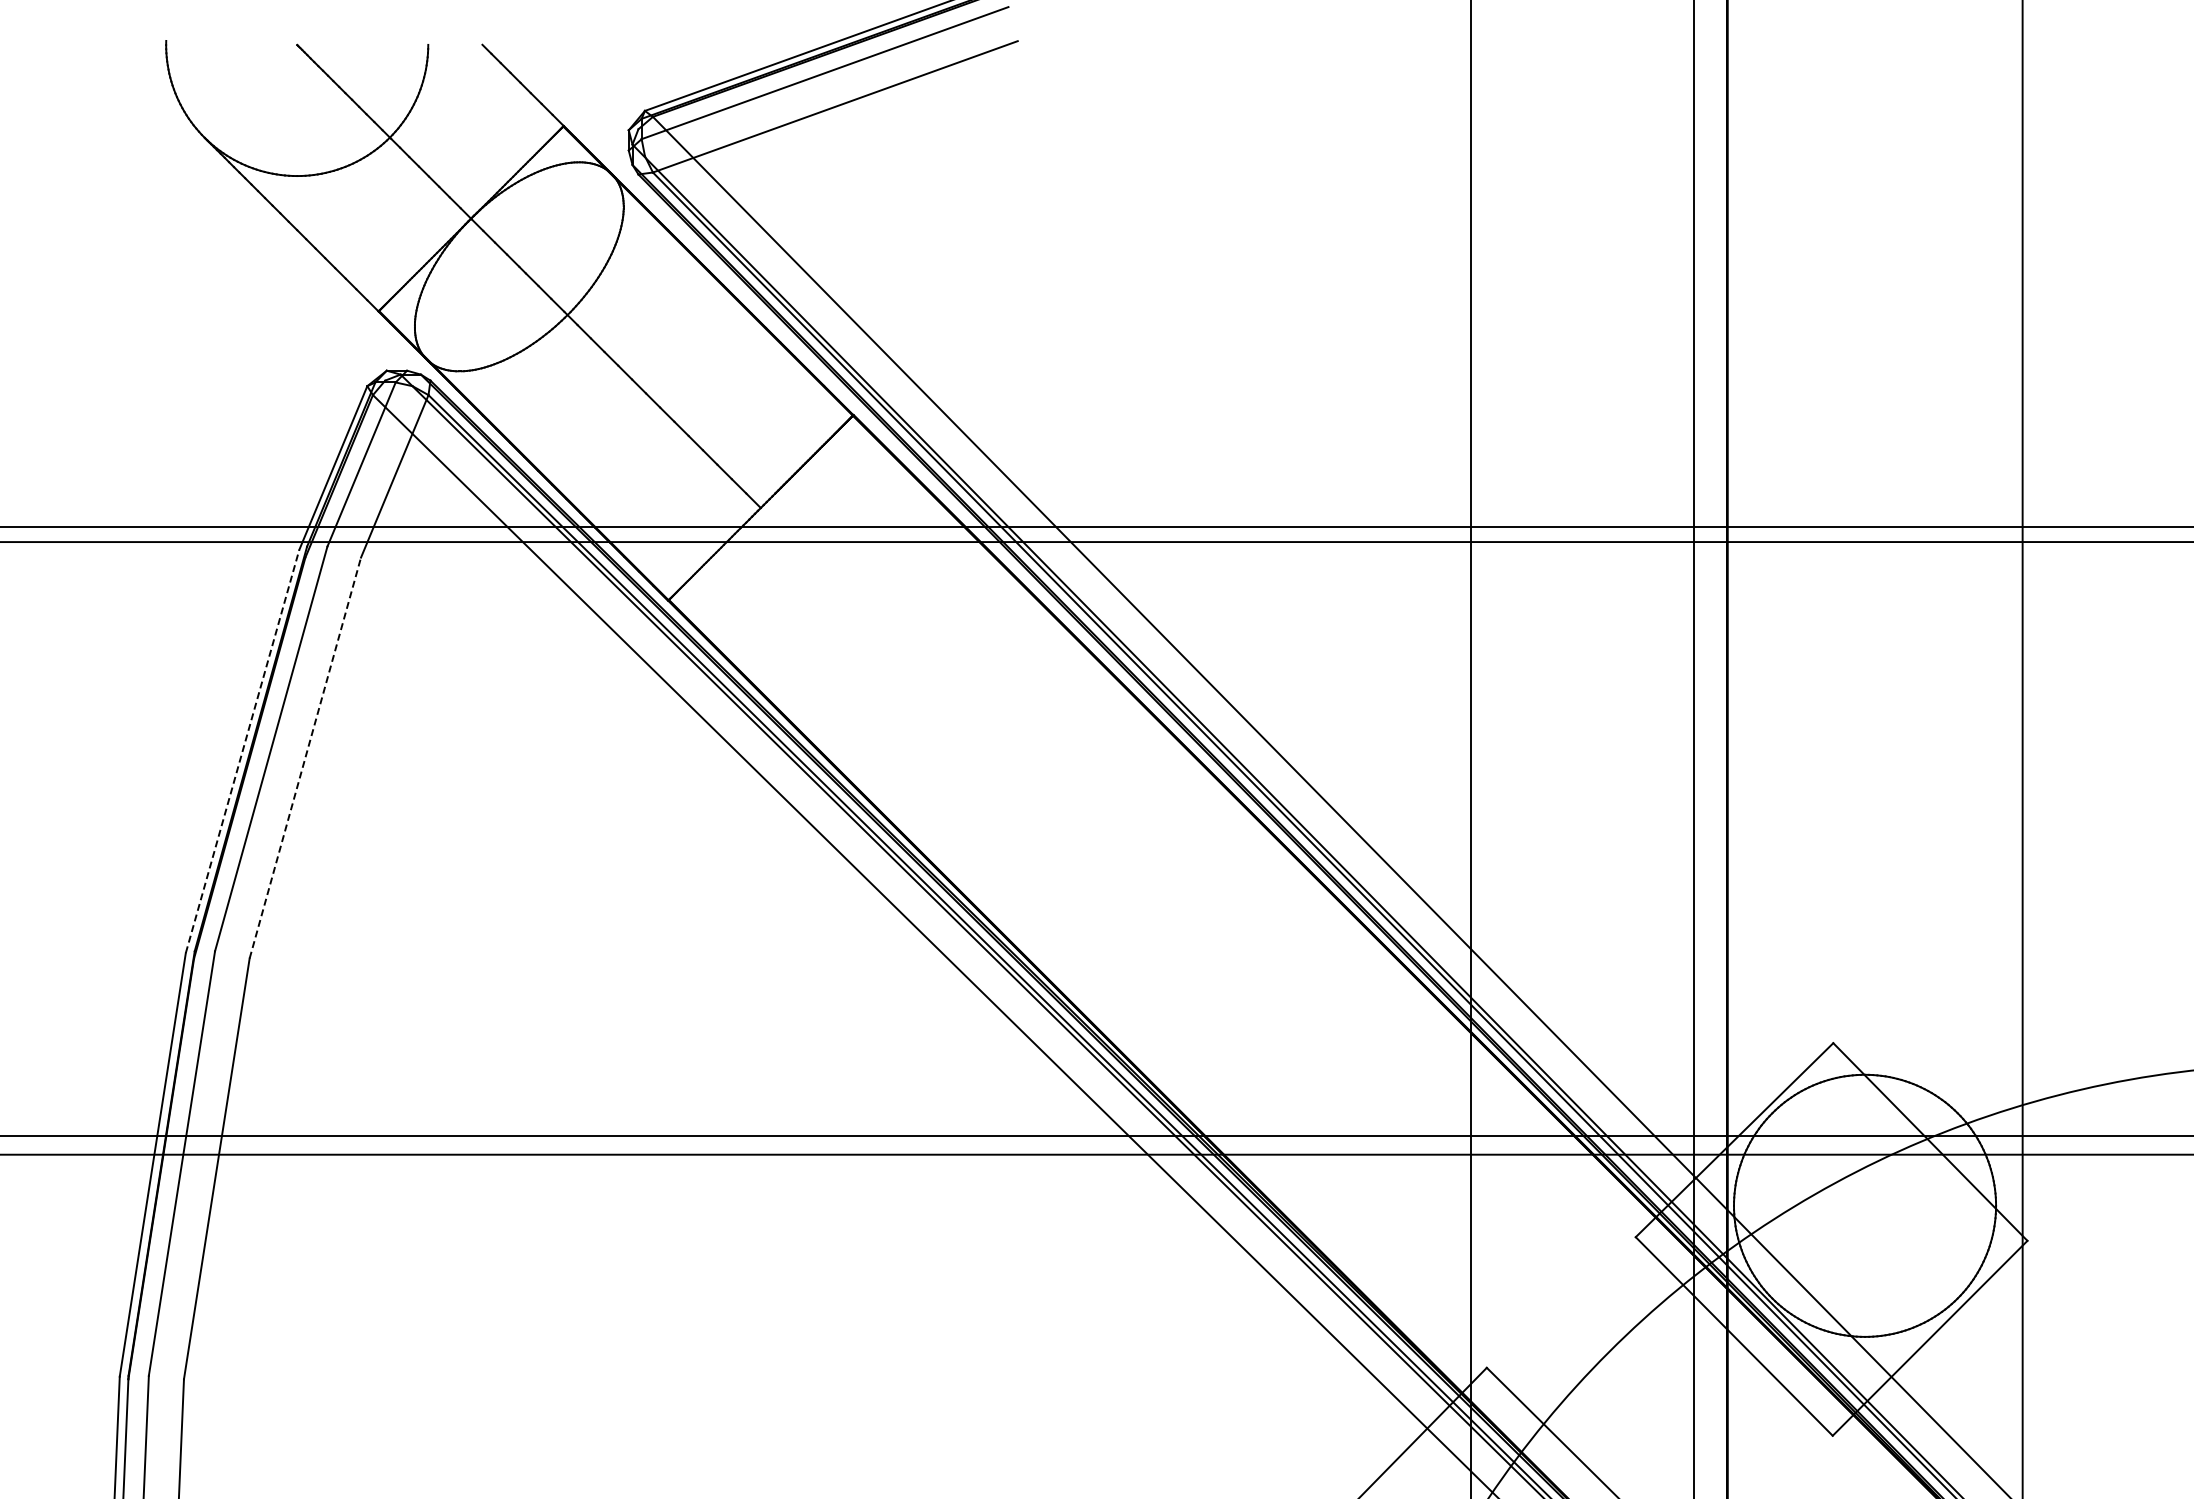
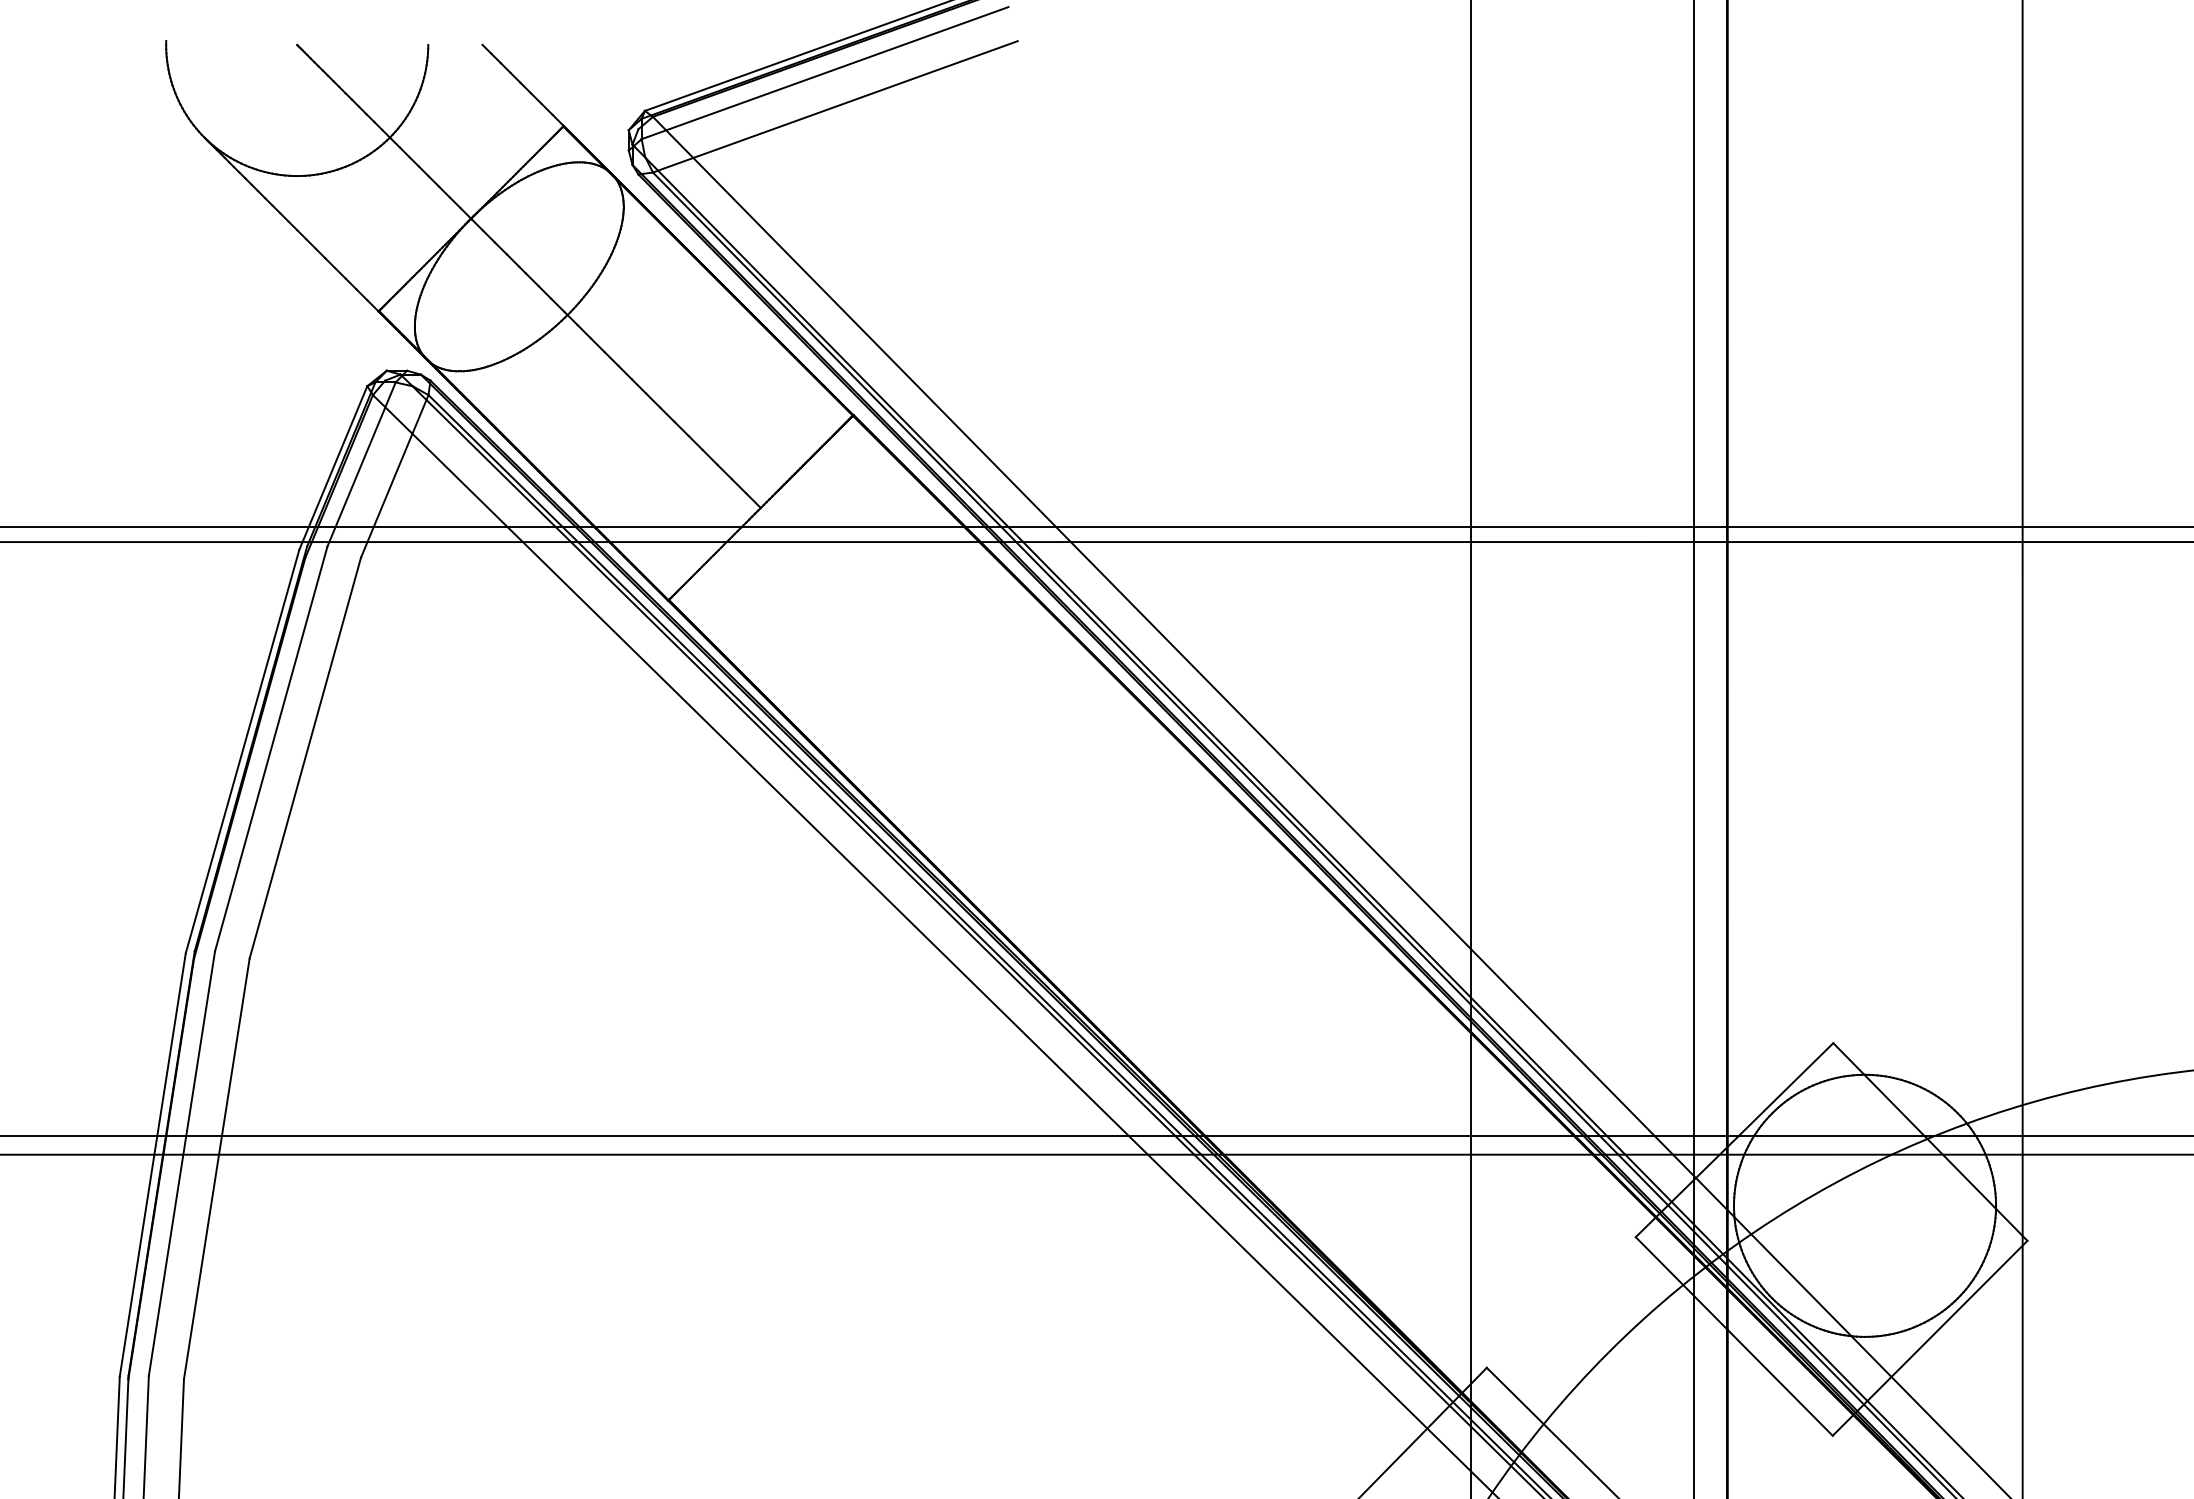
line at (242, 751): dashed -> solid
line at (305, 757): dashed -> solid
